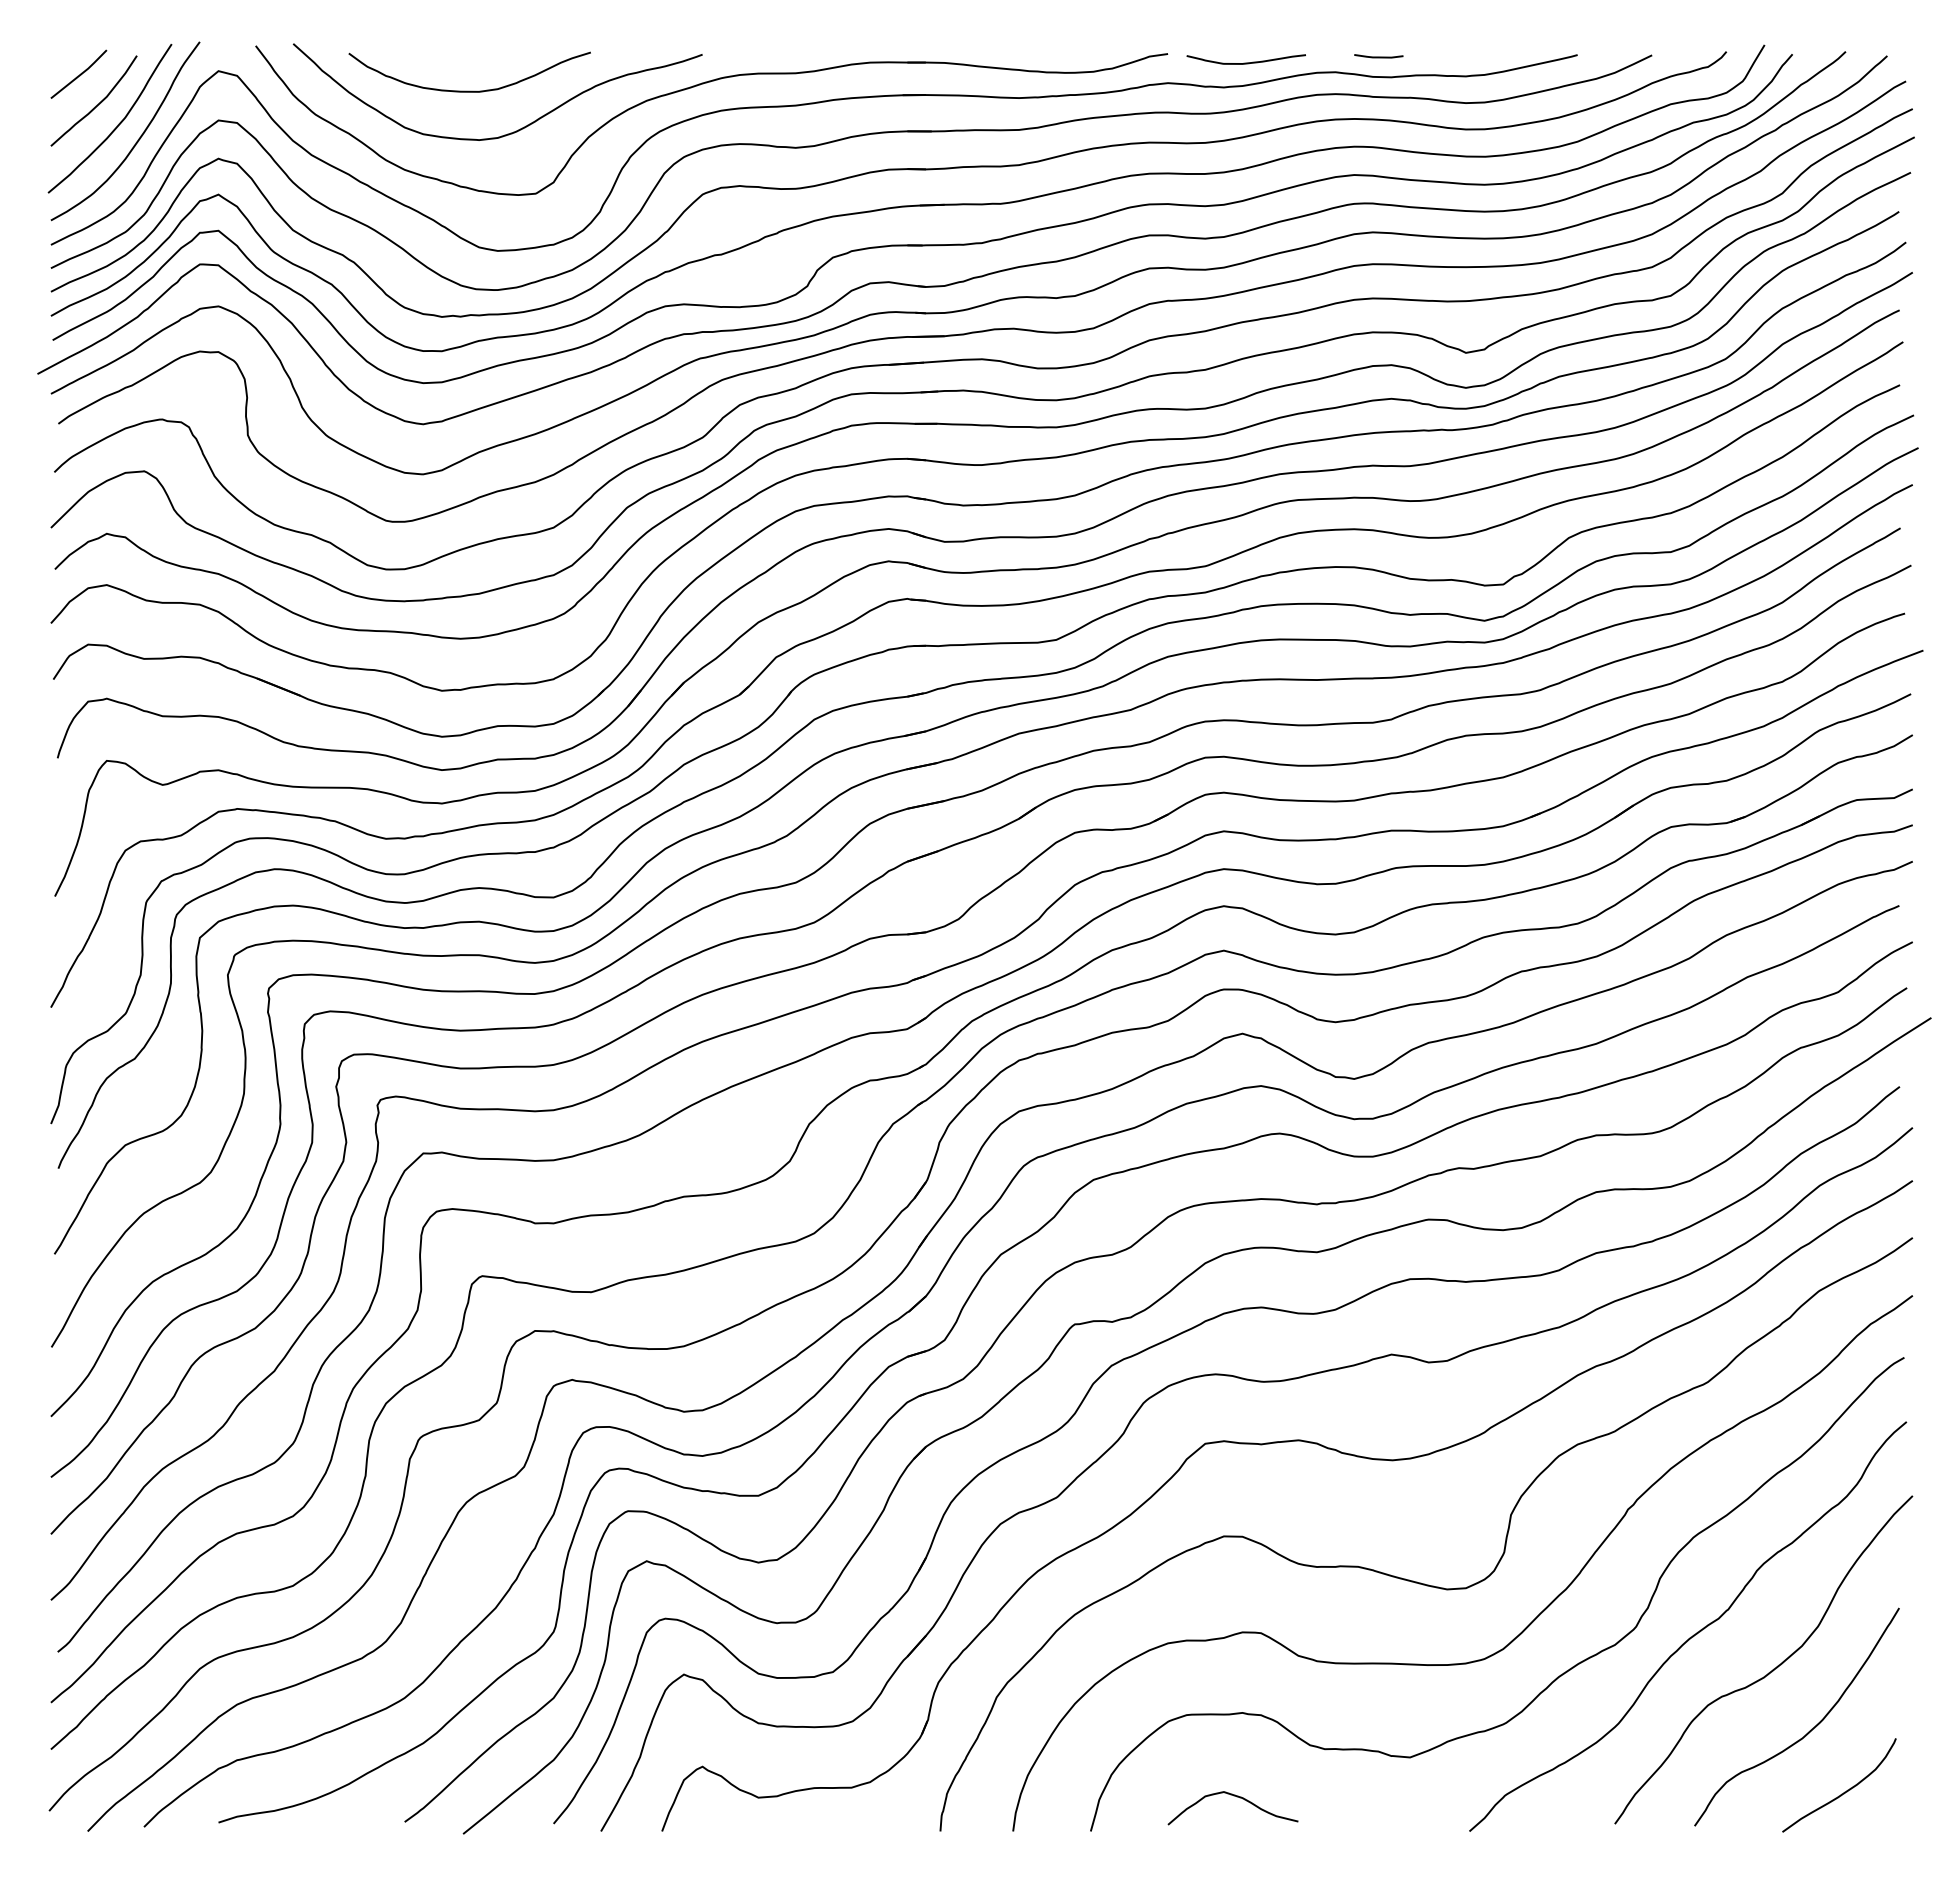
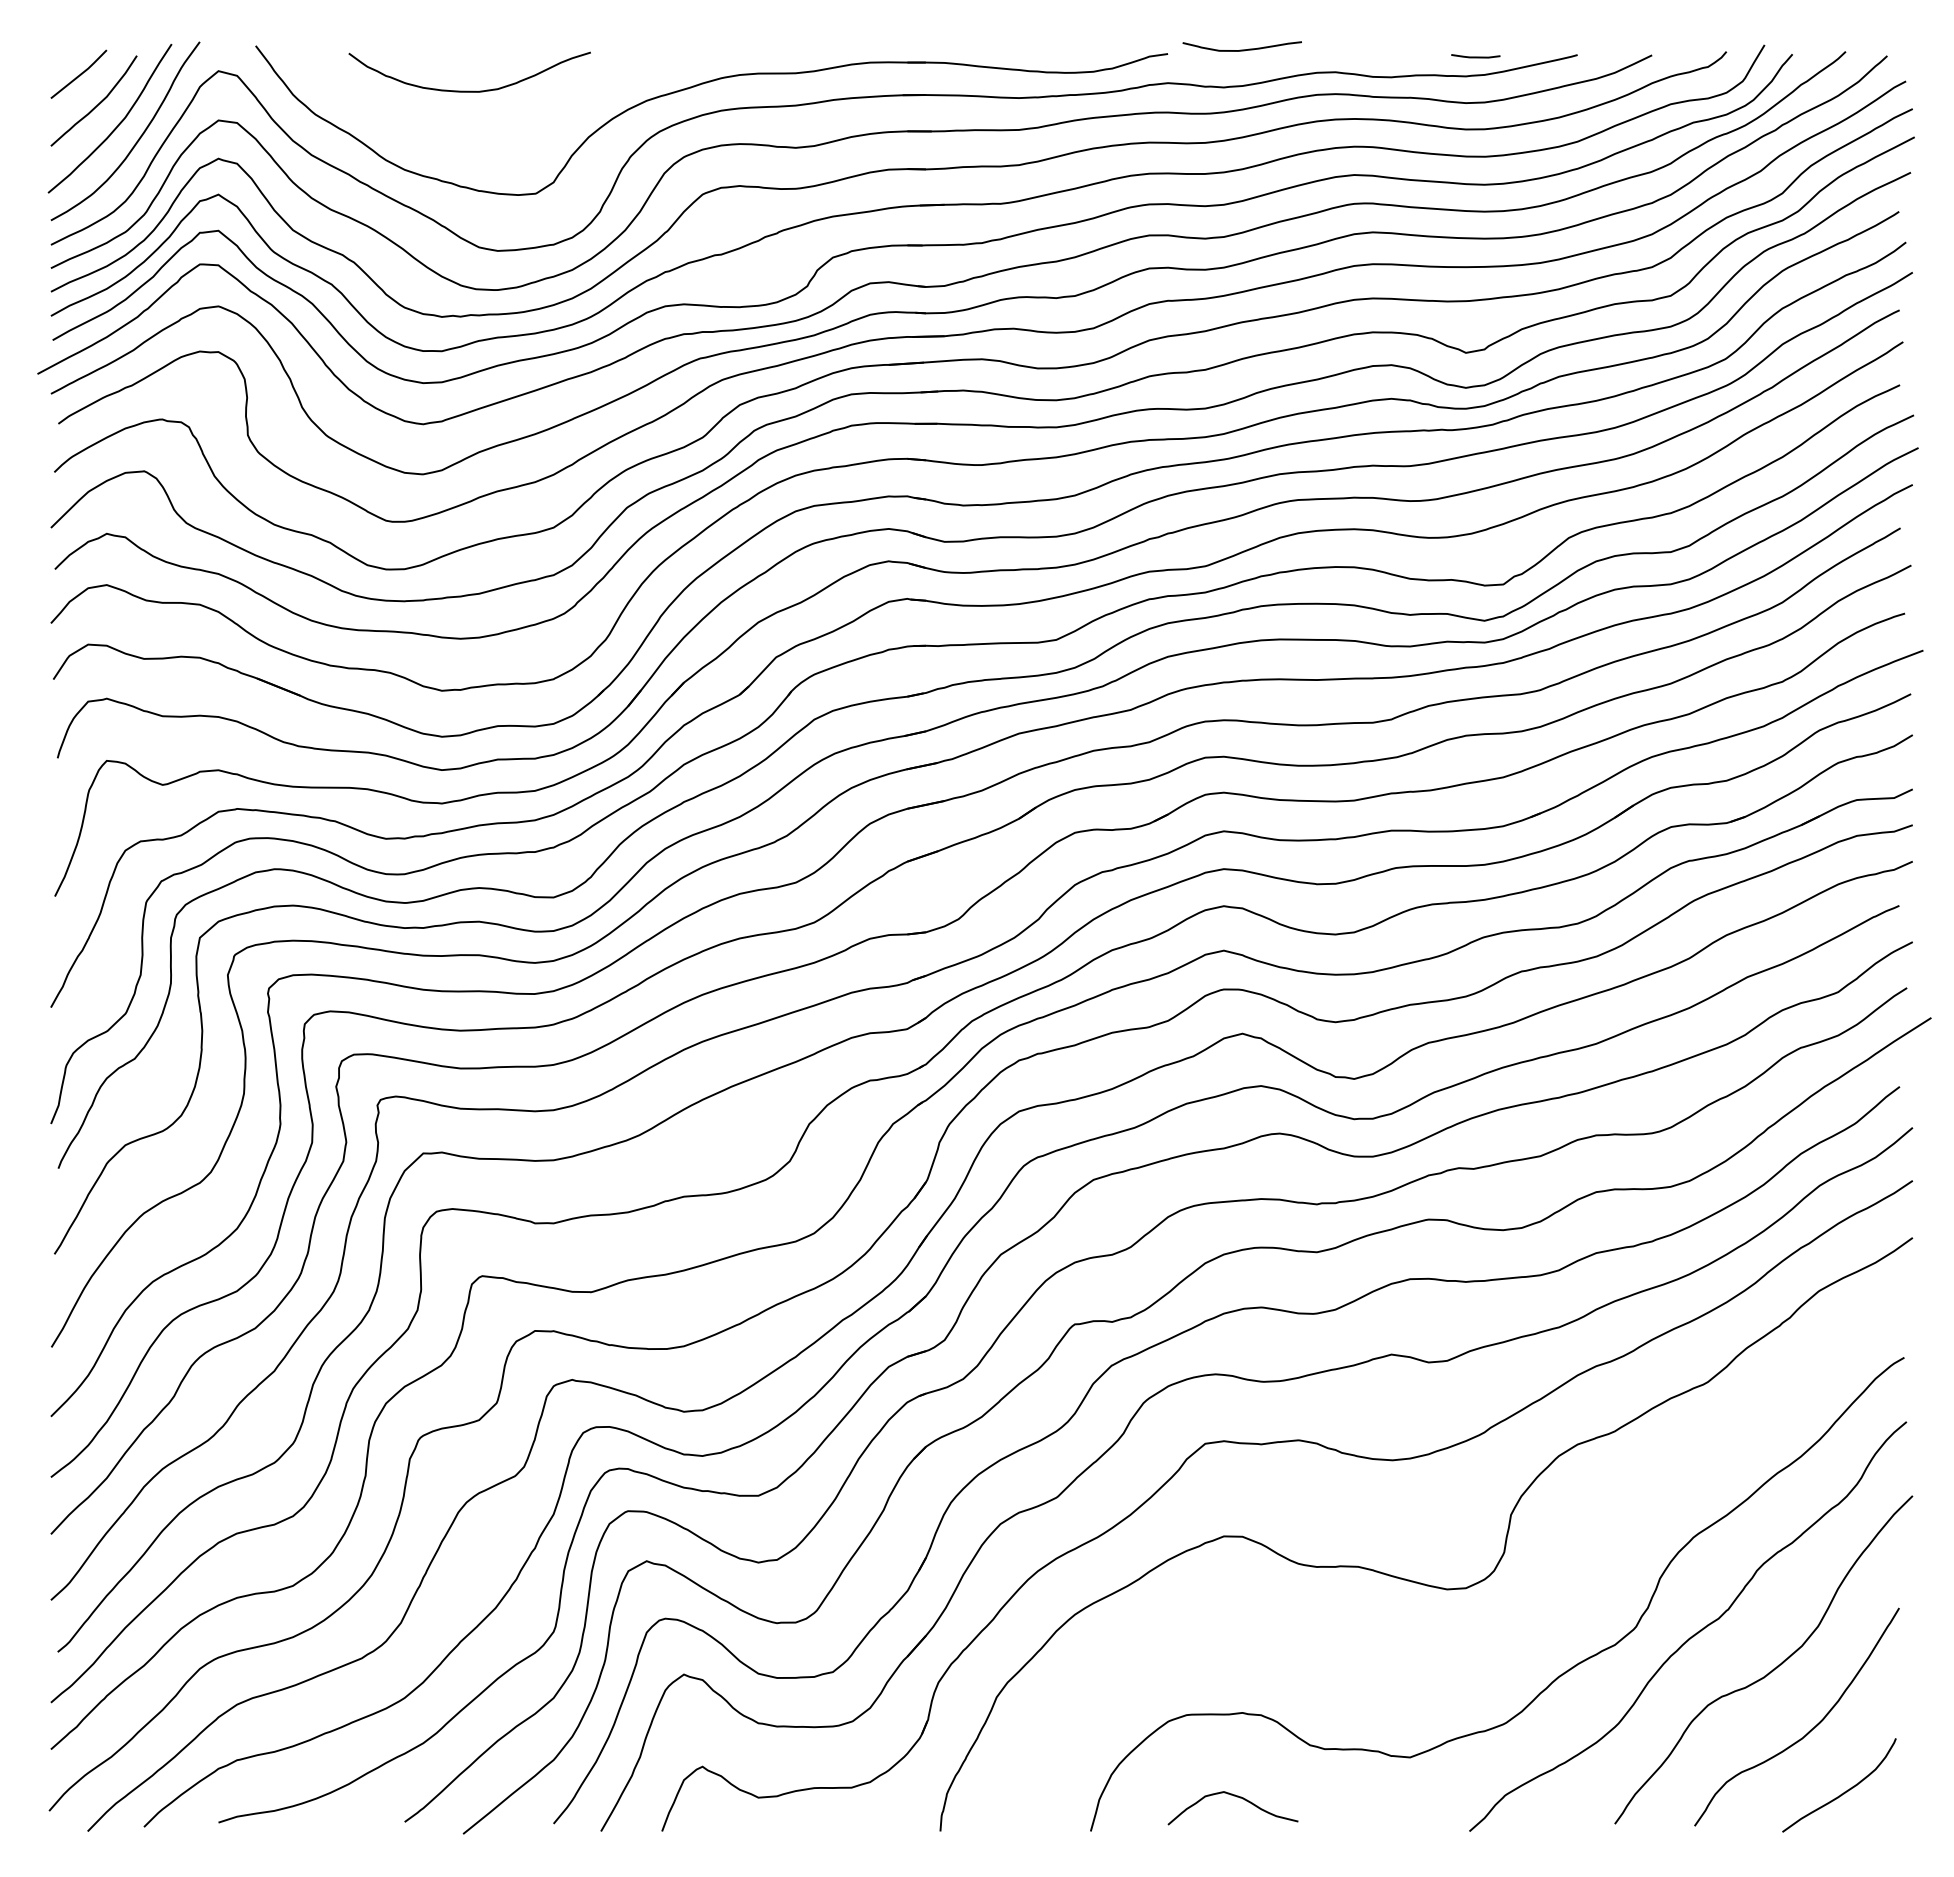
curve at (1378, 56) position: (1378, 56) -> (1475, 56)
curve at (1245, 62) position: (1245, 62) -> (1241, 49)
curve at (510, 132): present -> none
curve at (1526, 1626): present -> none
